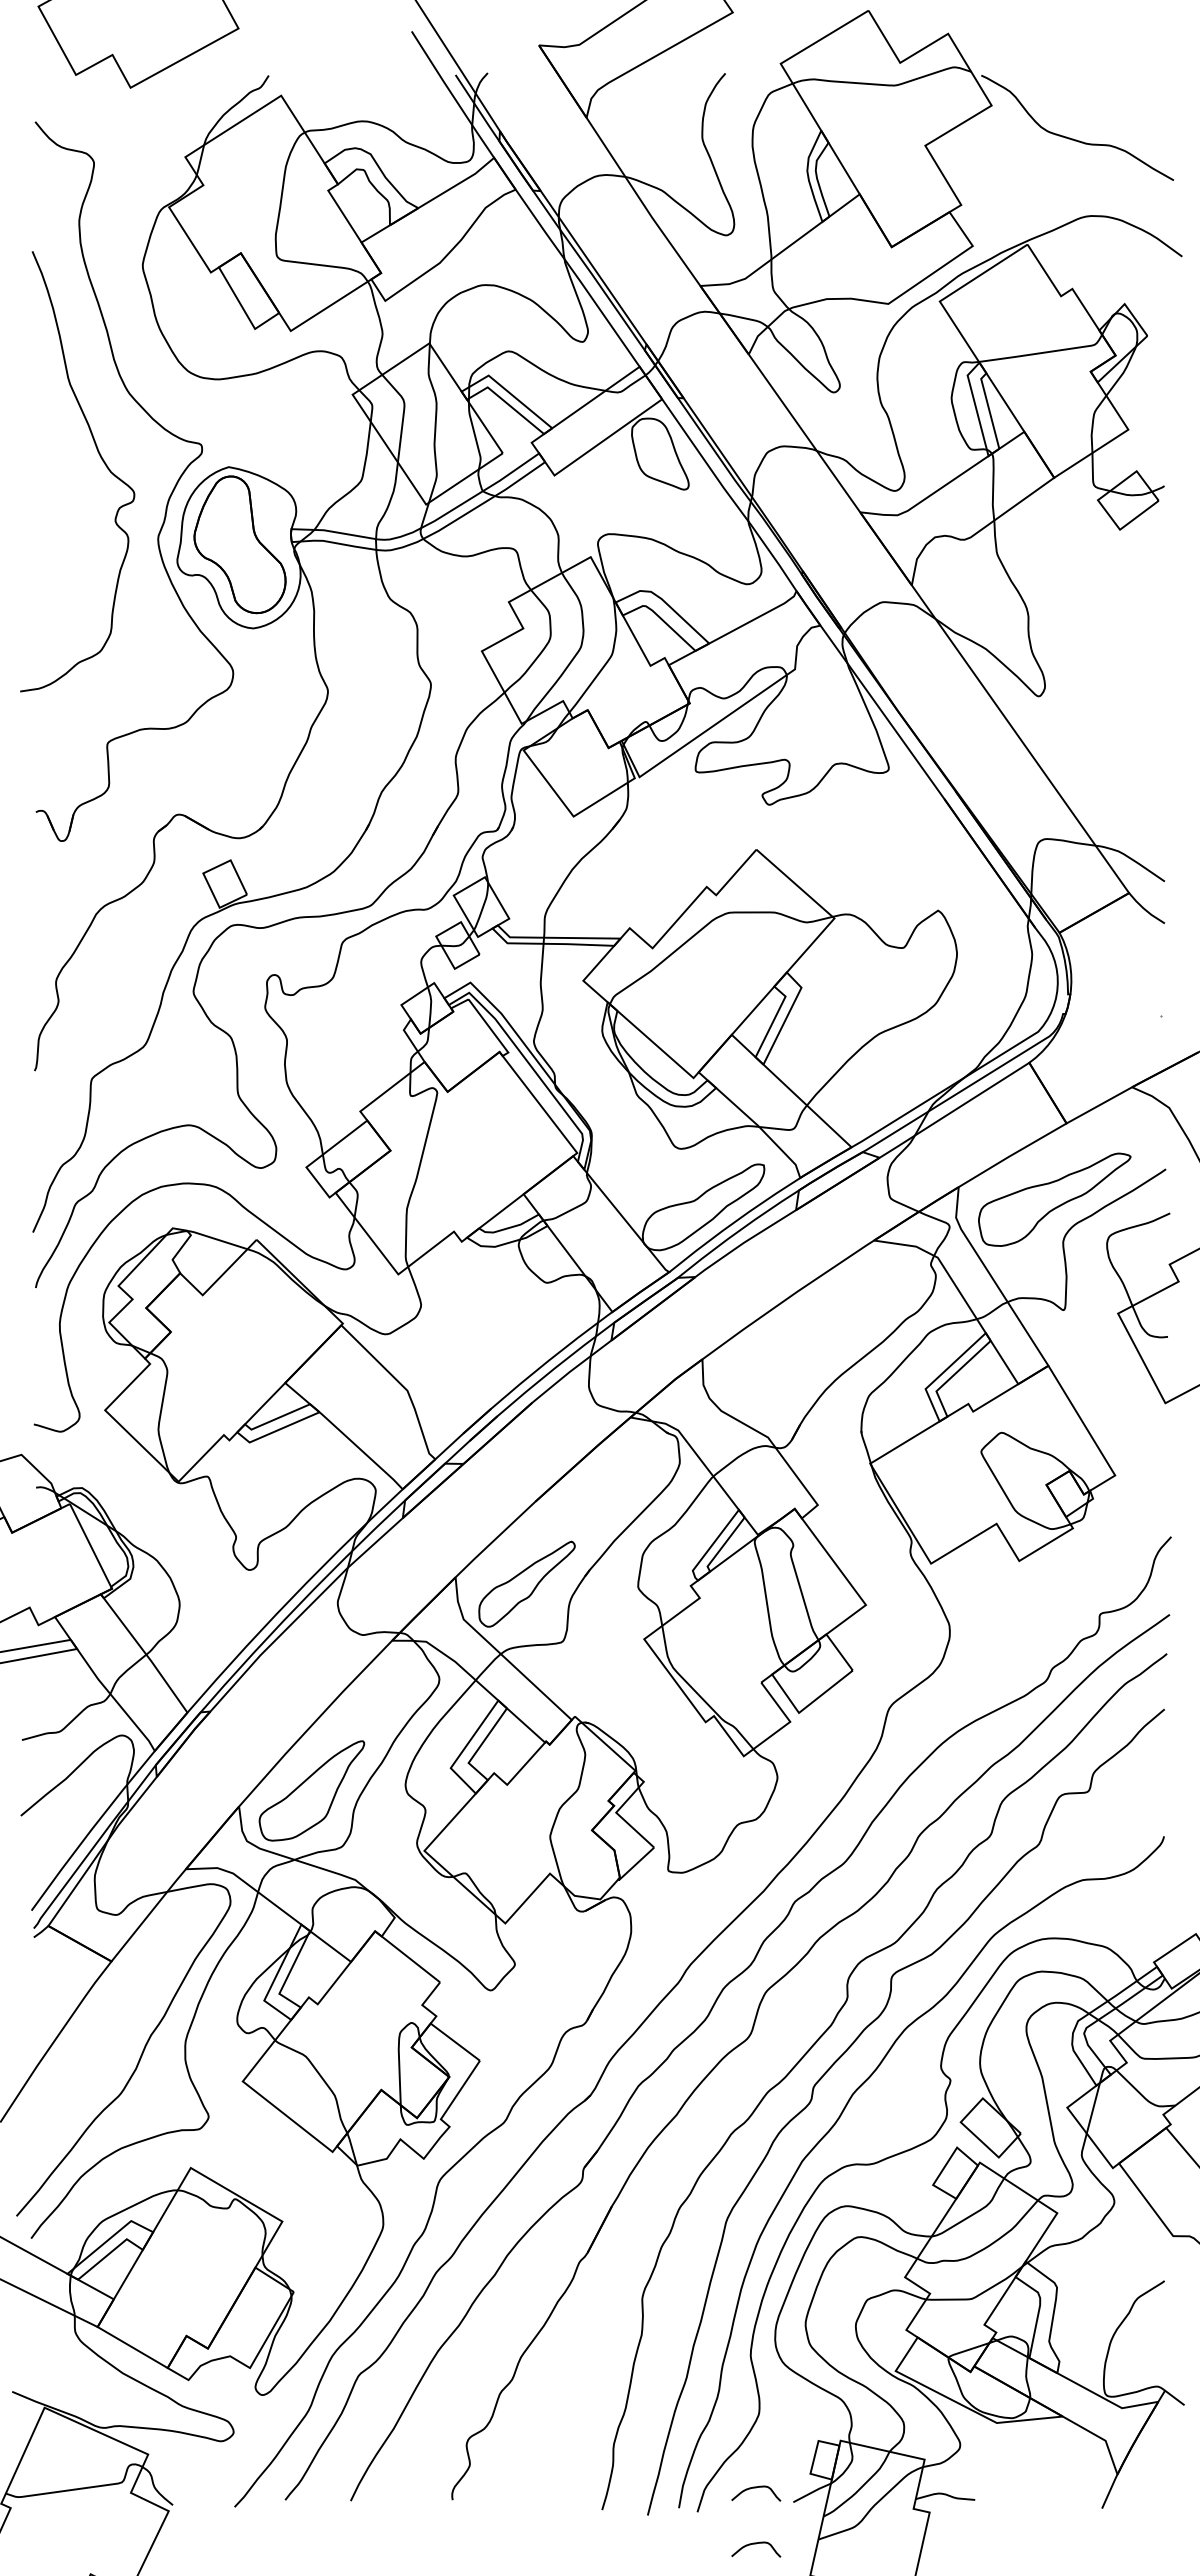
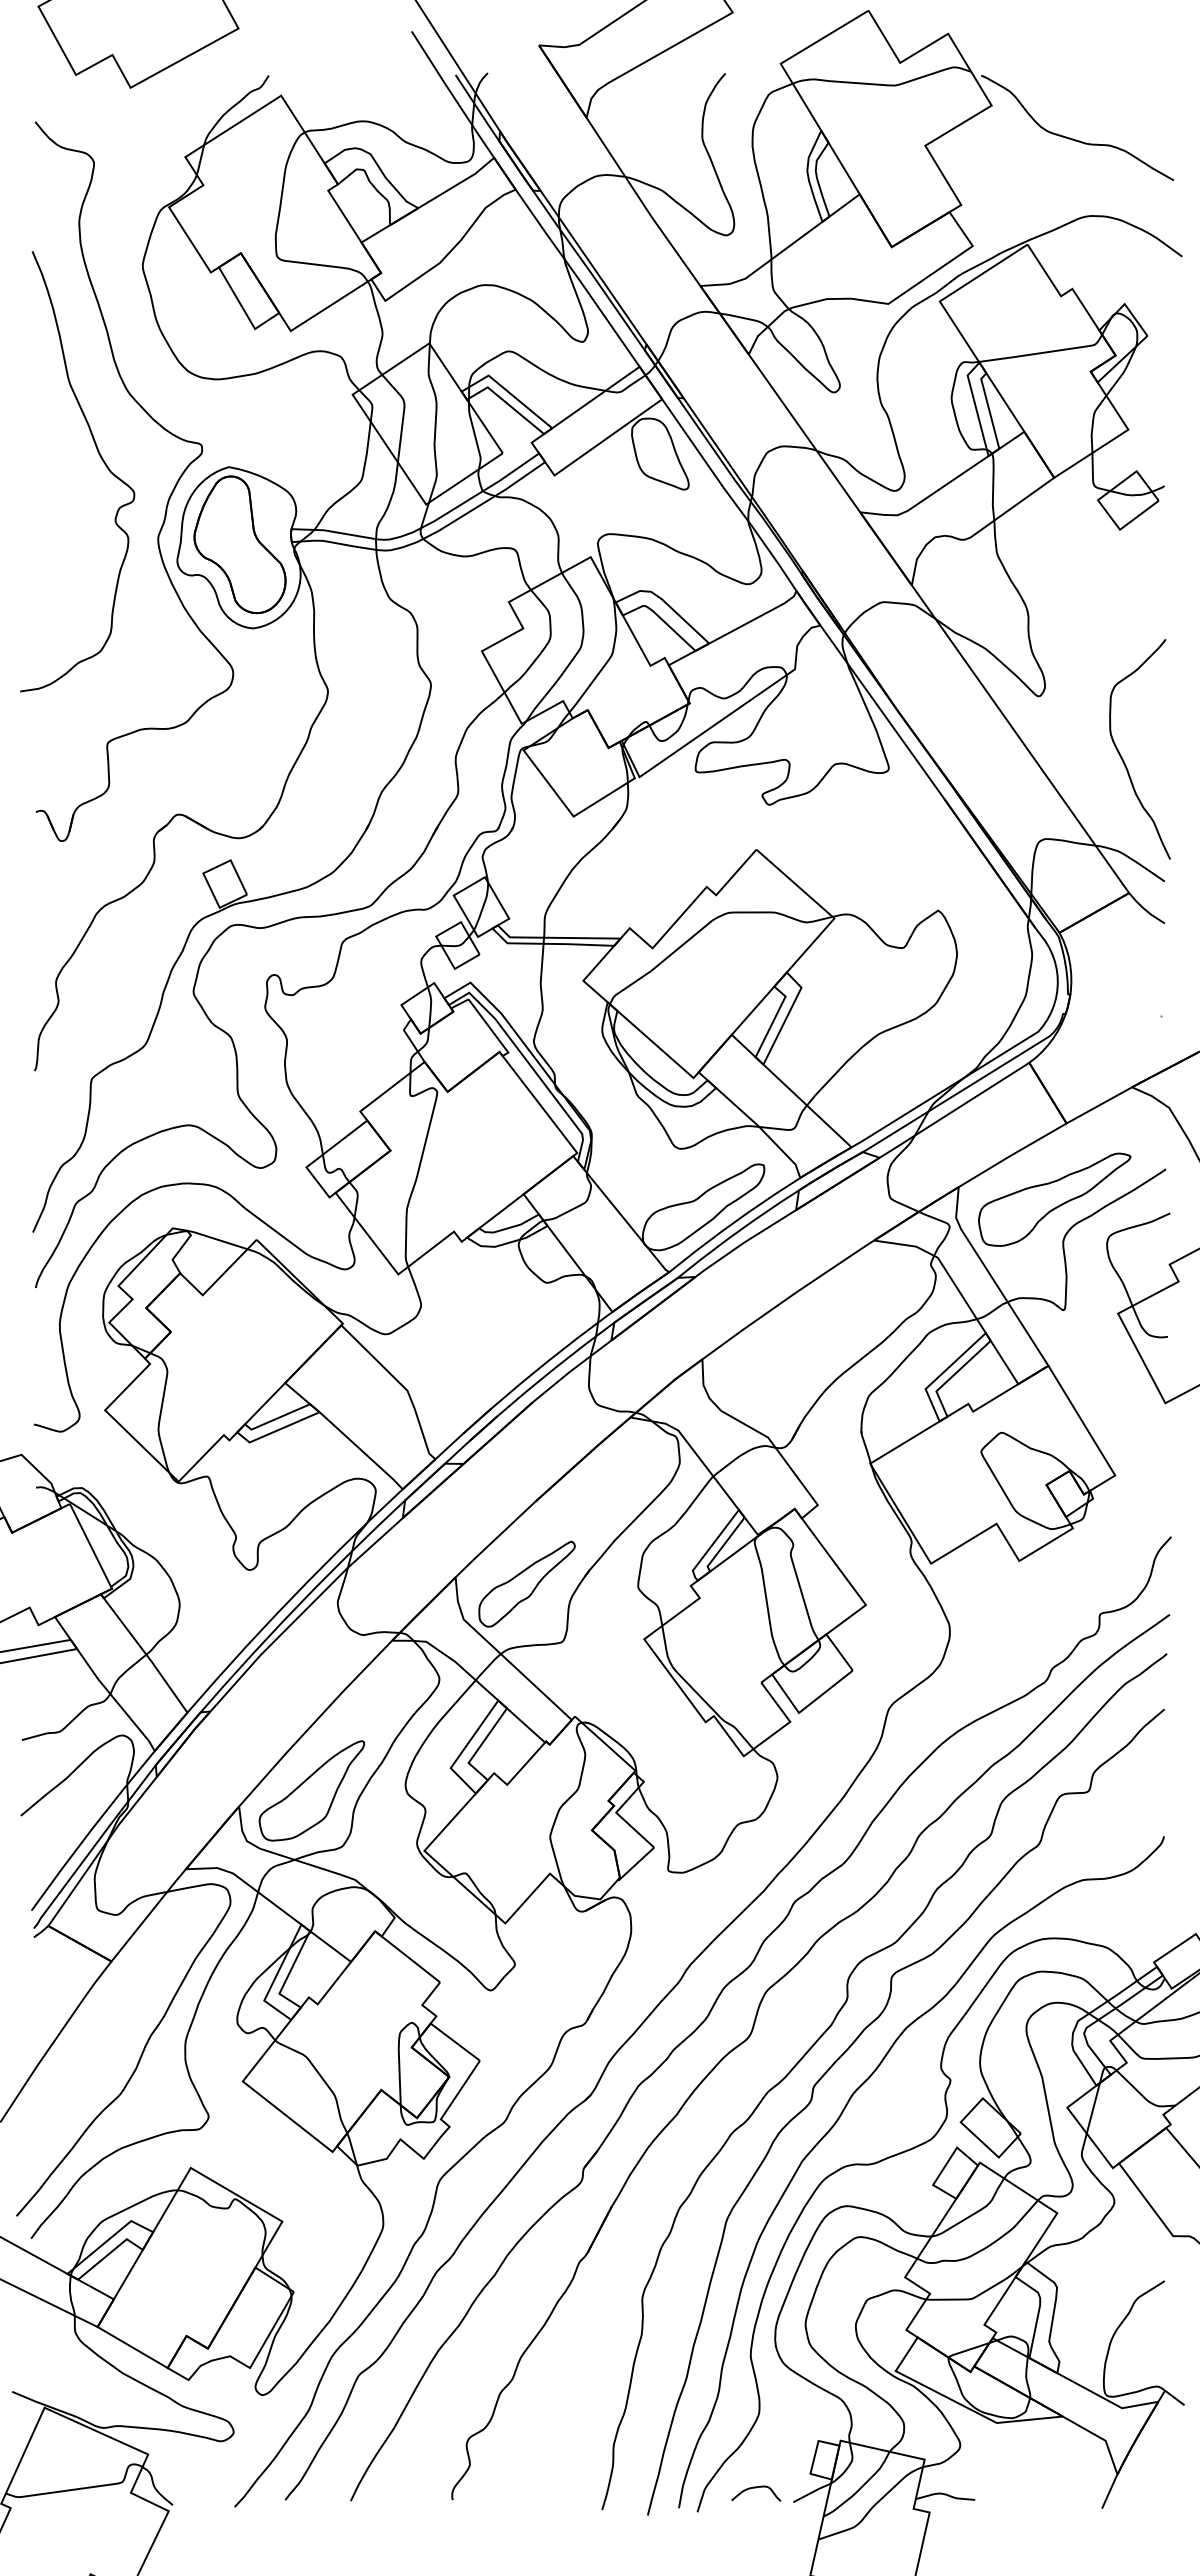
curve at (1122, 757): none -> present
curve at (756, 2544): present -> none
